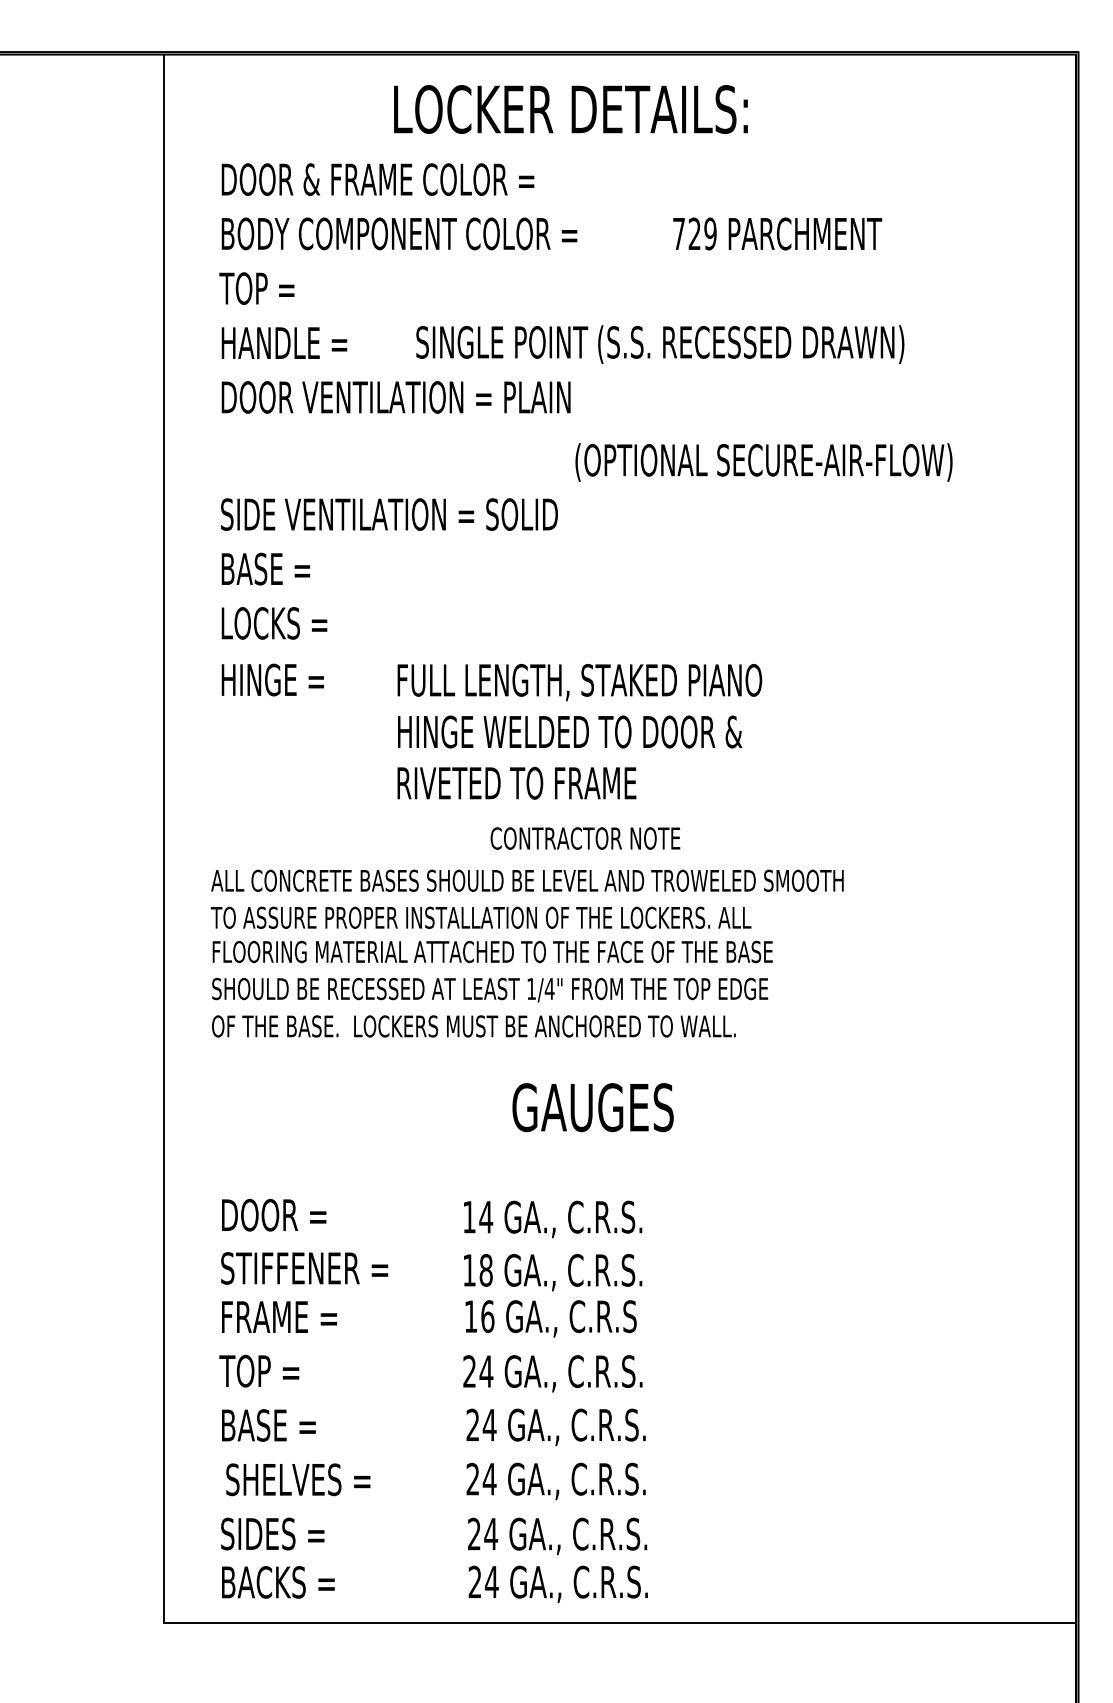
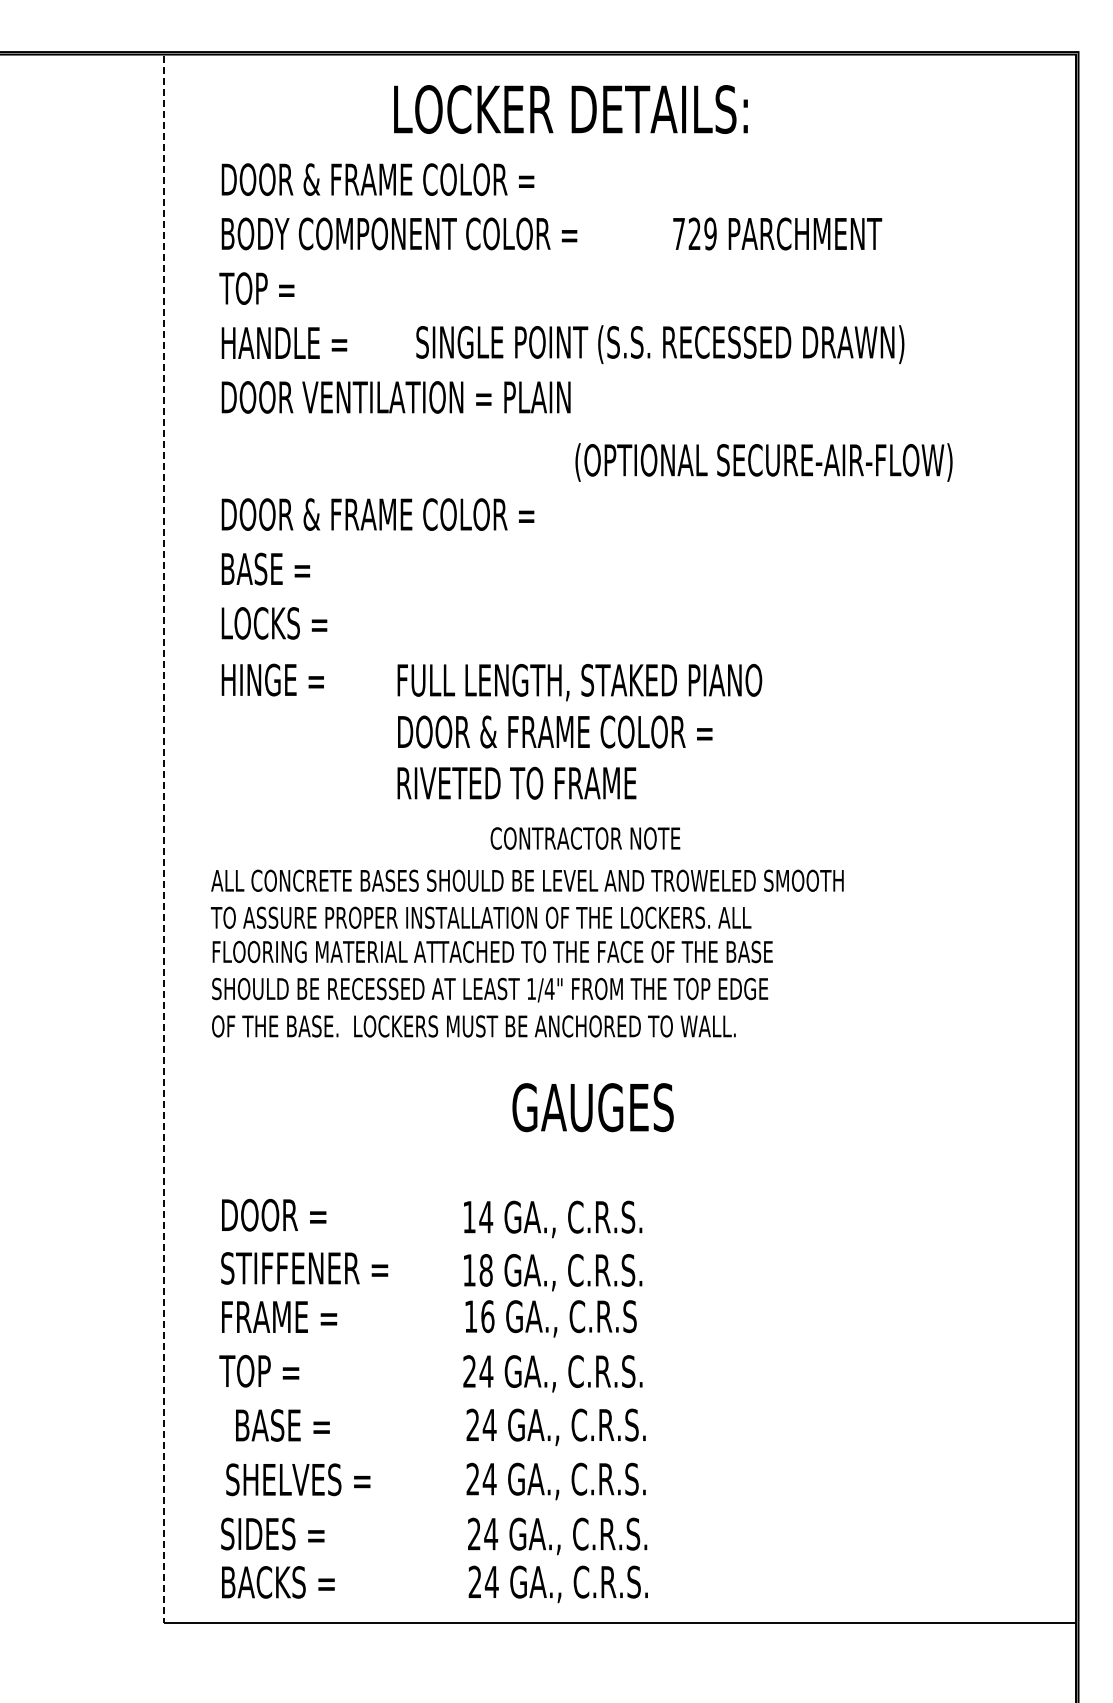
text at (389, 514): SIDE VENTILATION = SOLID -> DOOR & FRAME COLOR =
text at (571, 731): HINGE WELDED TO DOOR & -> DOOR & FRAME COLOR =
line at (163, 839): solid -> dashed
text at (268, 1425) position: (268, 1425) -> (282, 1425)
